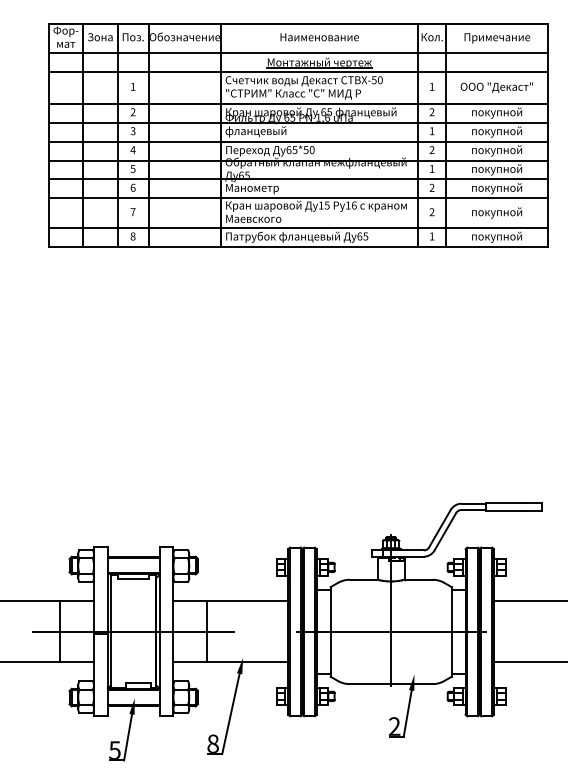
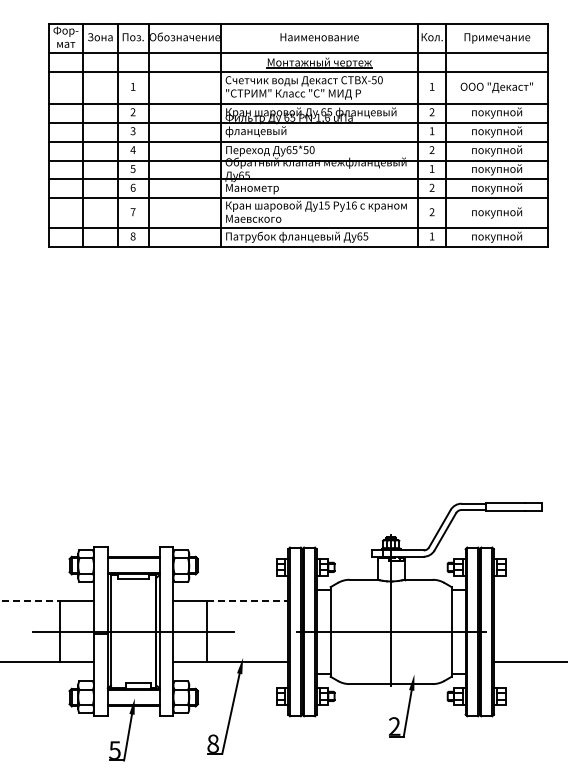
line at (30, 600): solid -> dashed
line at (248, 600): solid -> dashed
line at (529, 600): present -> none
